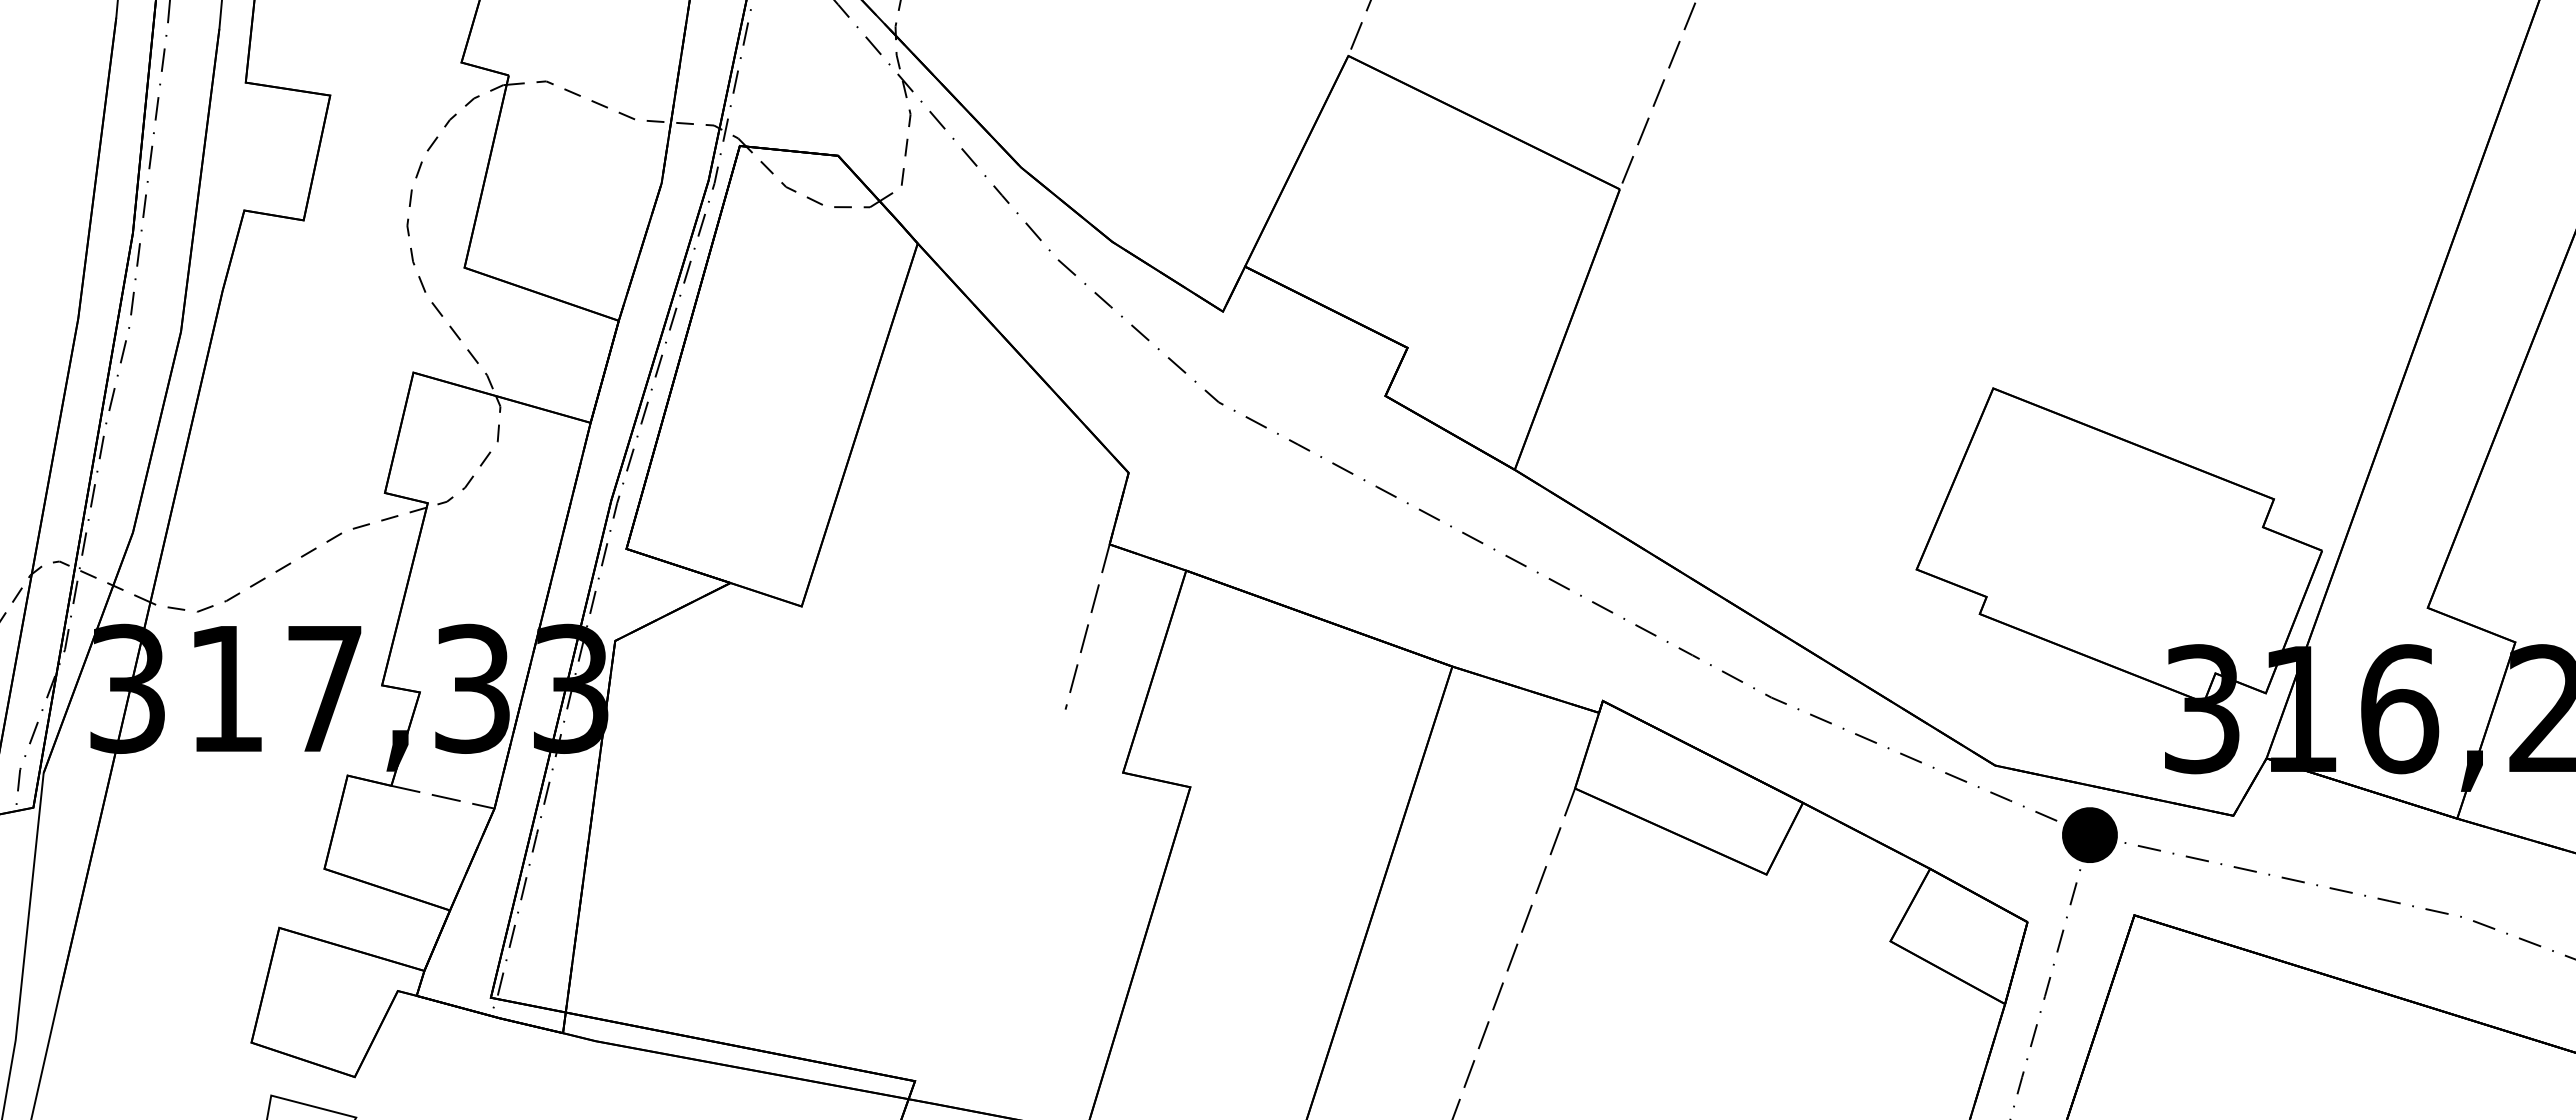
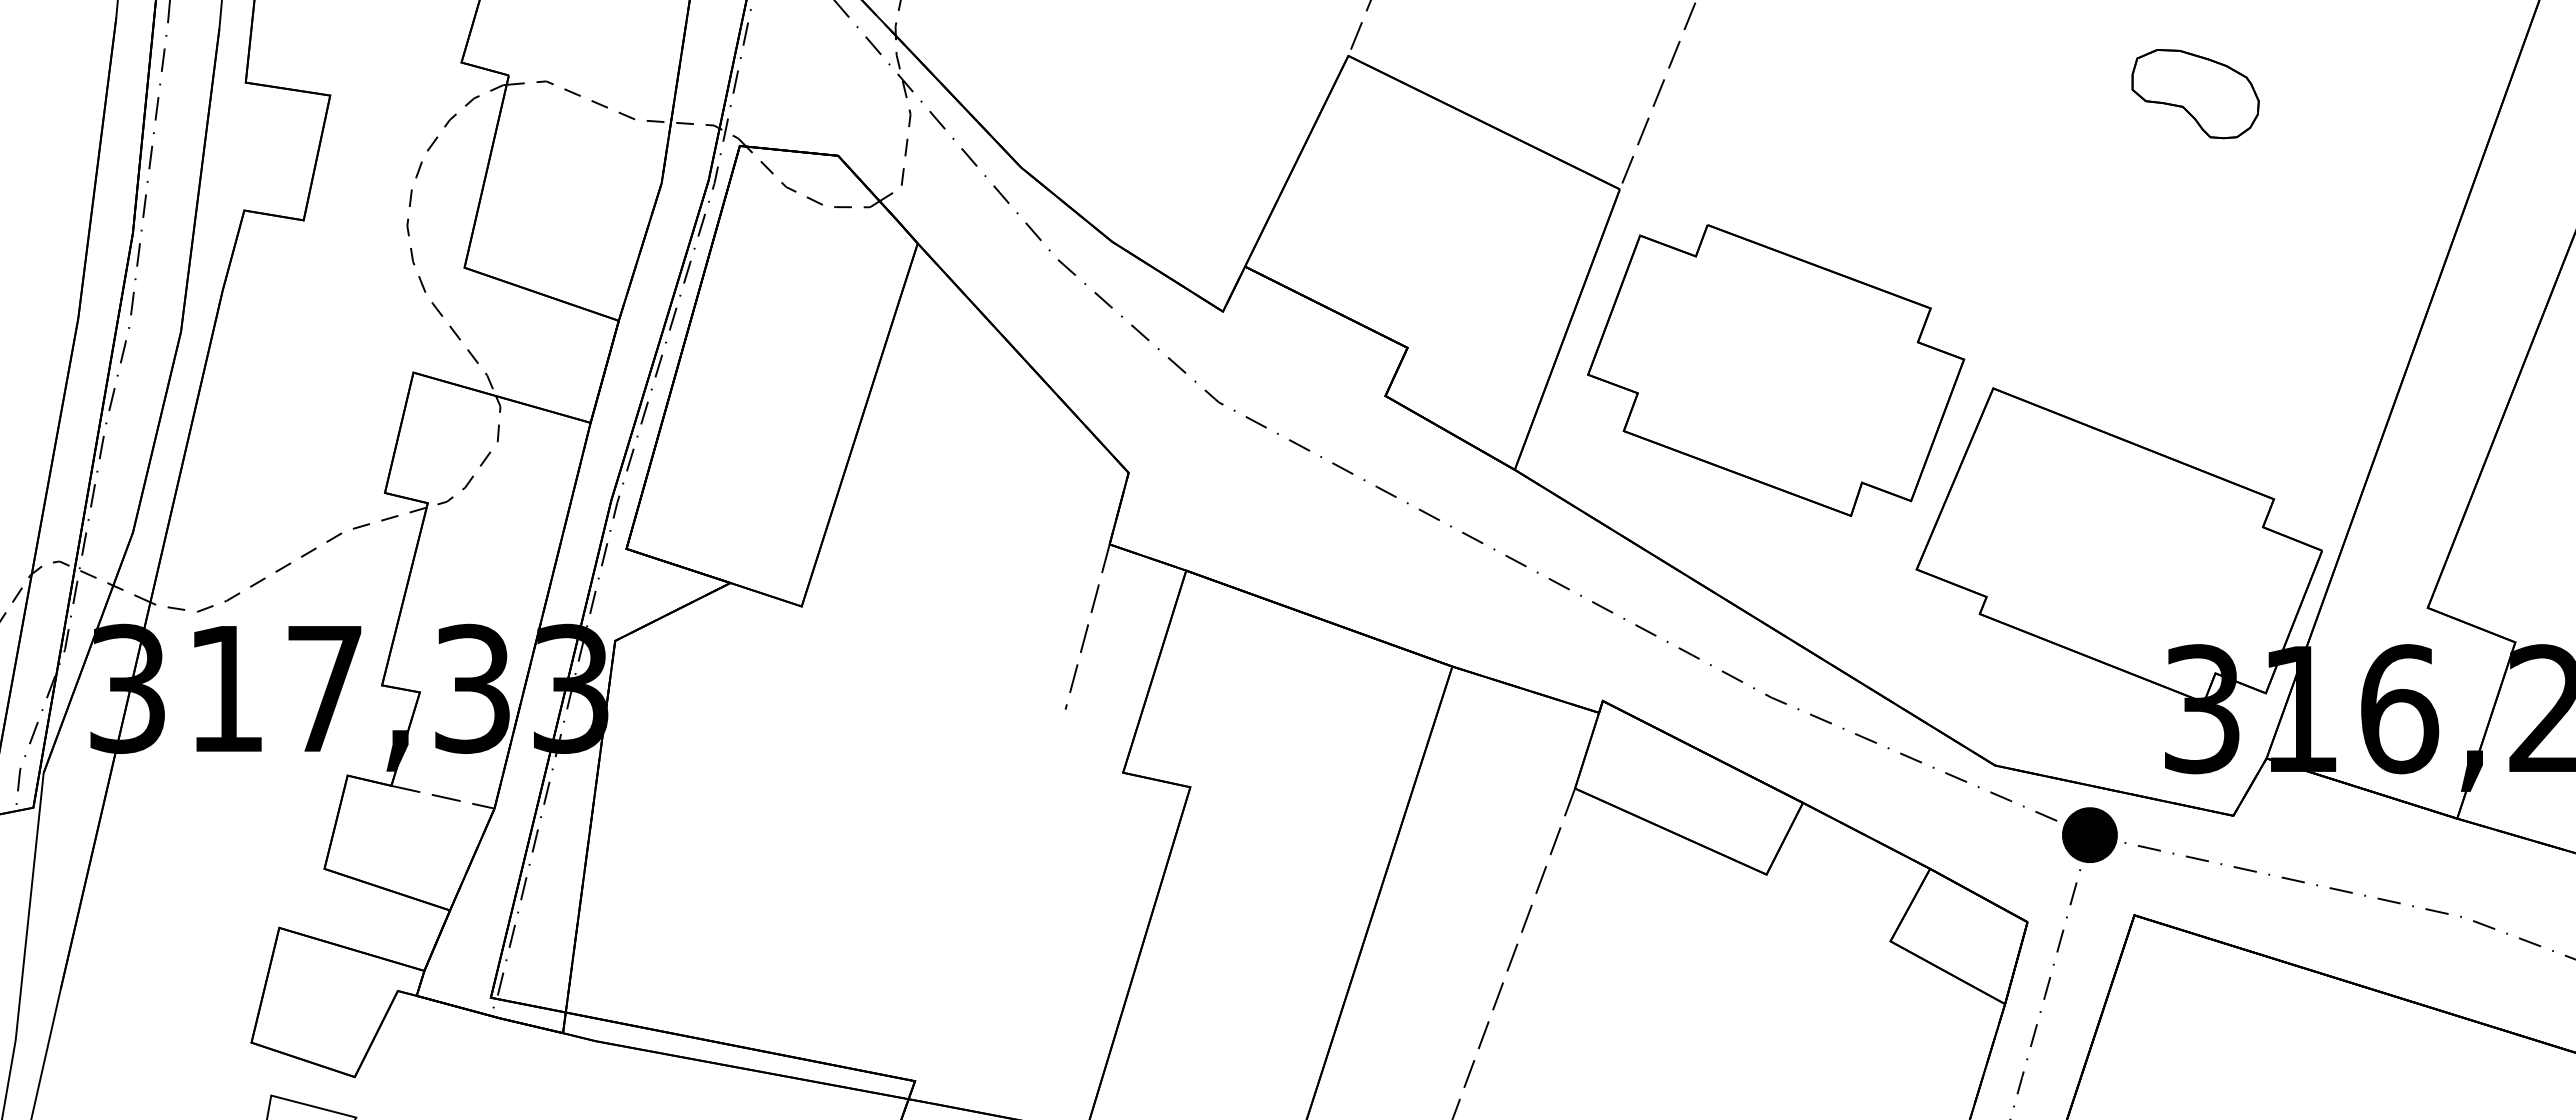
part at (2195, 94): none -> present
part at (1776, 370): none -> present
